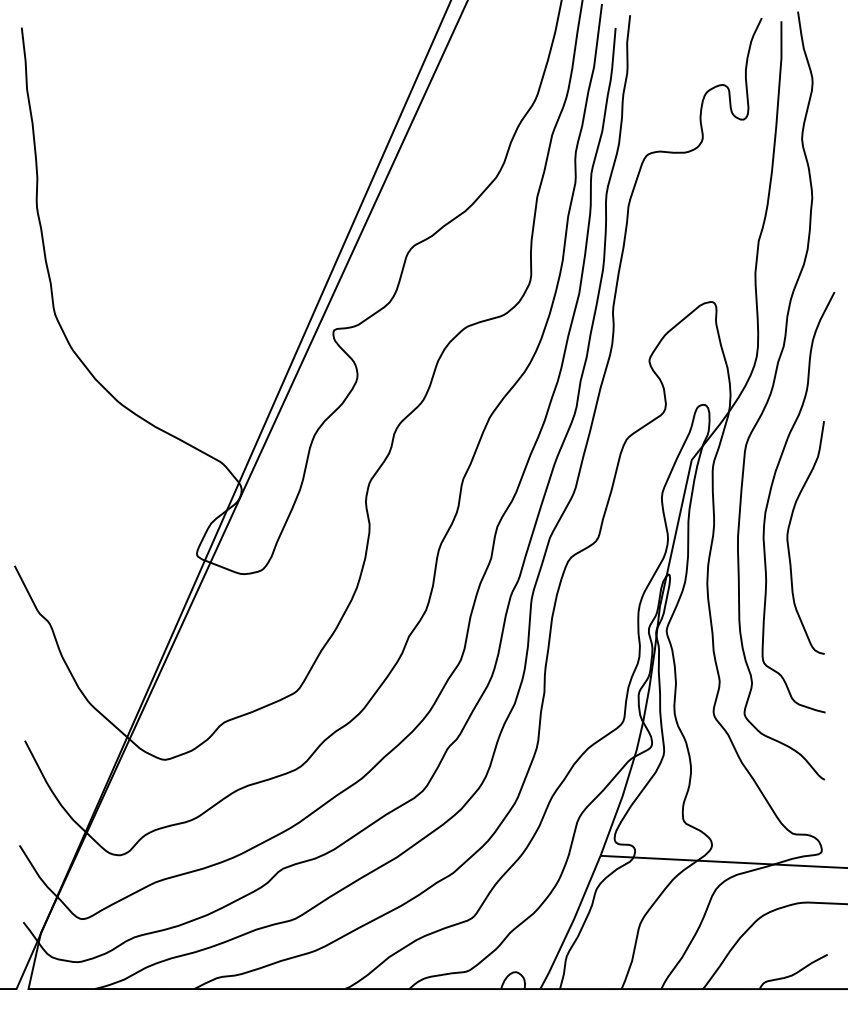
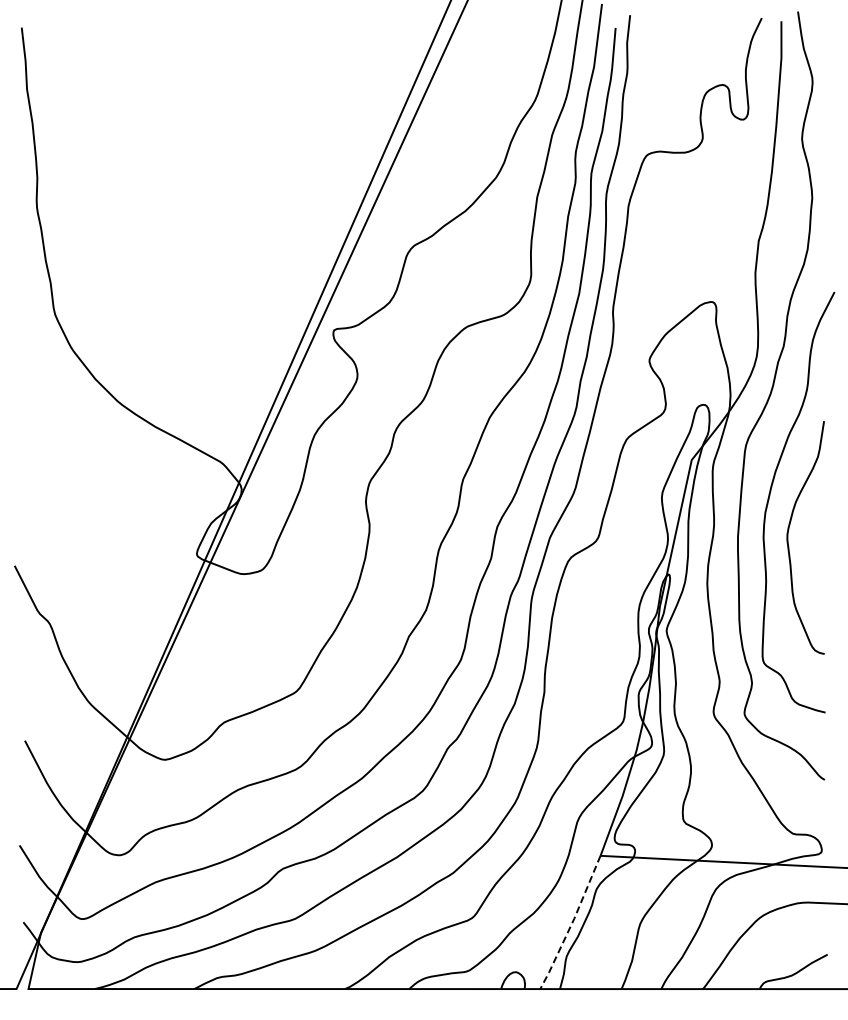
line at (572, 923): solid -> dashed
